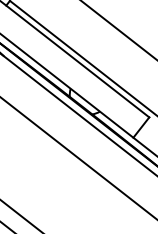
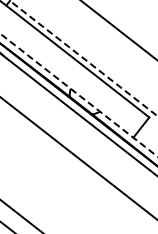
line at (83, 58): solid -> dashed
line at (78, 95): solid -> dashed
